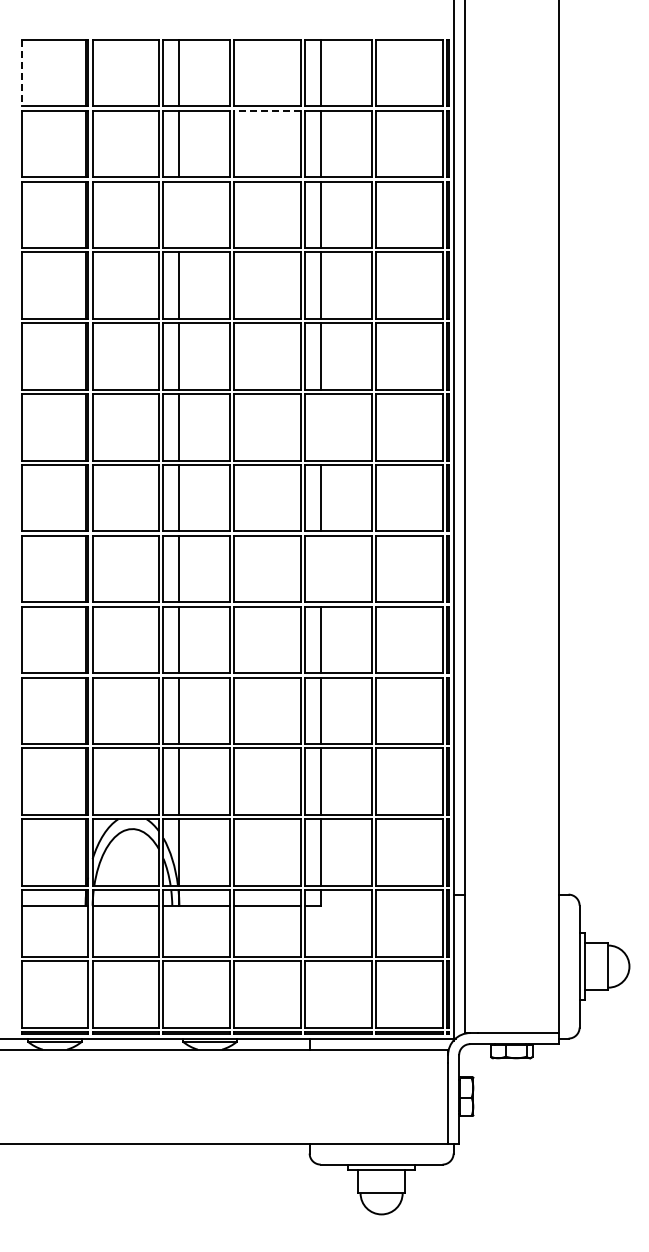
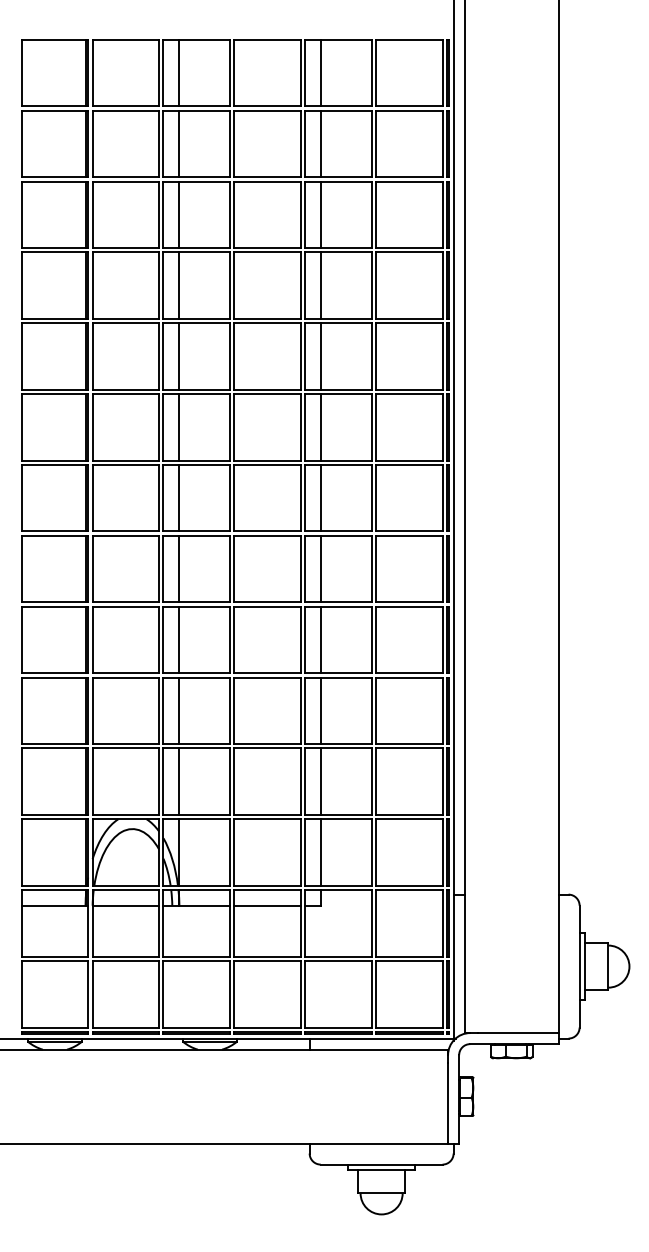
line at (21, 73): dashed -> solid
line at (267, 110): dashed -> solid
line at (179, 214): none -> present
line at (320, 427): none -> present
line at (320, 568): none -> present
